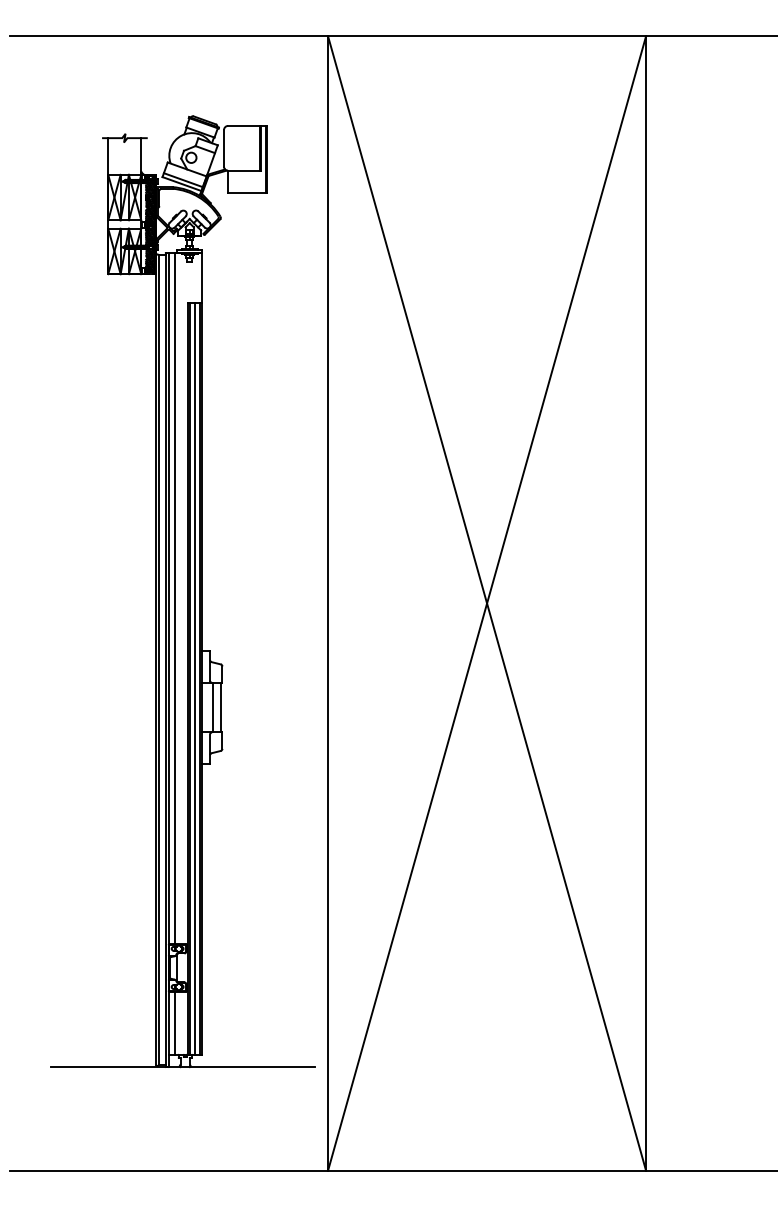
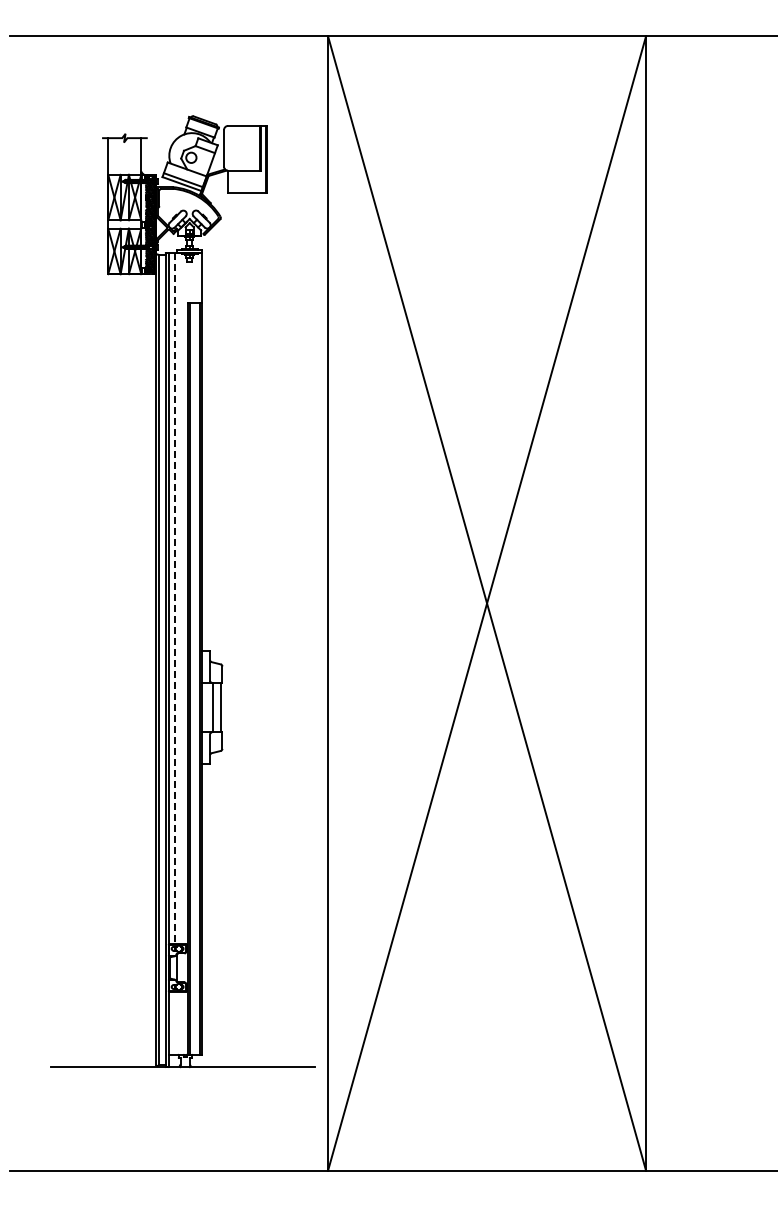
line at (174, 598): solid -> dashed
line at (195, 678): present -> none
line at (174, 1022): present -> none
